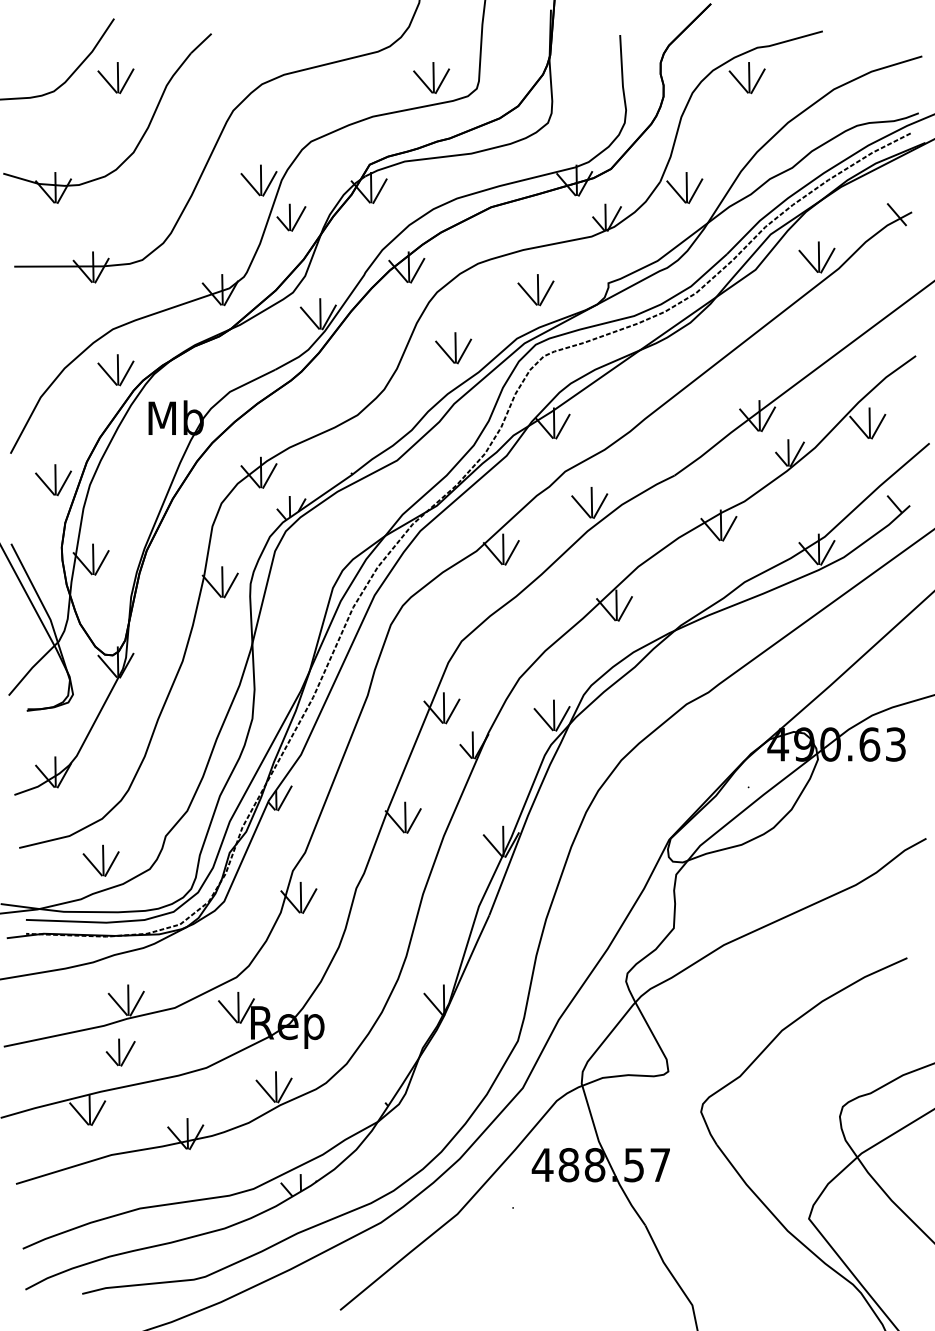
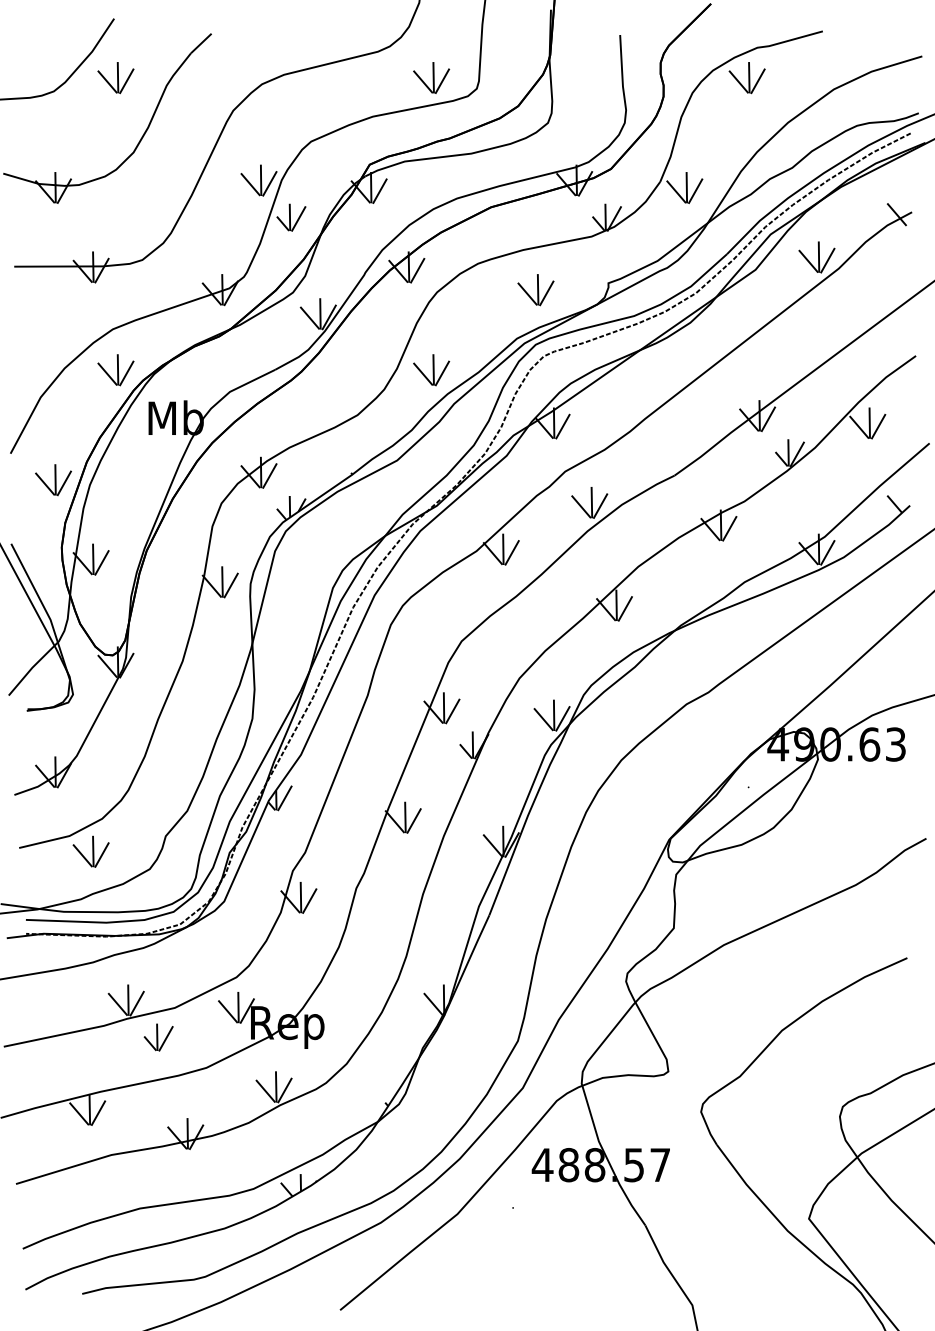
part at (453, 348) position: (453, 348) -> (431, 370)
part at (100, 860) position: (100, 860) -> (90, 851)
part at (120, 1052) position: (120, 1052) -> (158, 1037)
